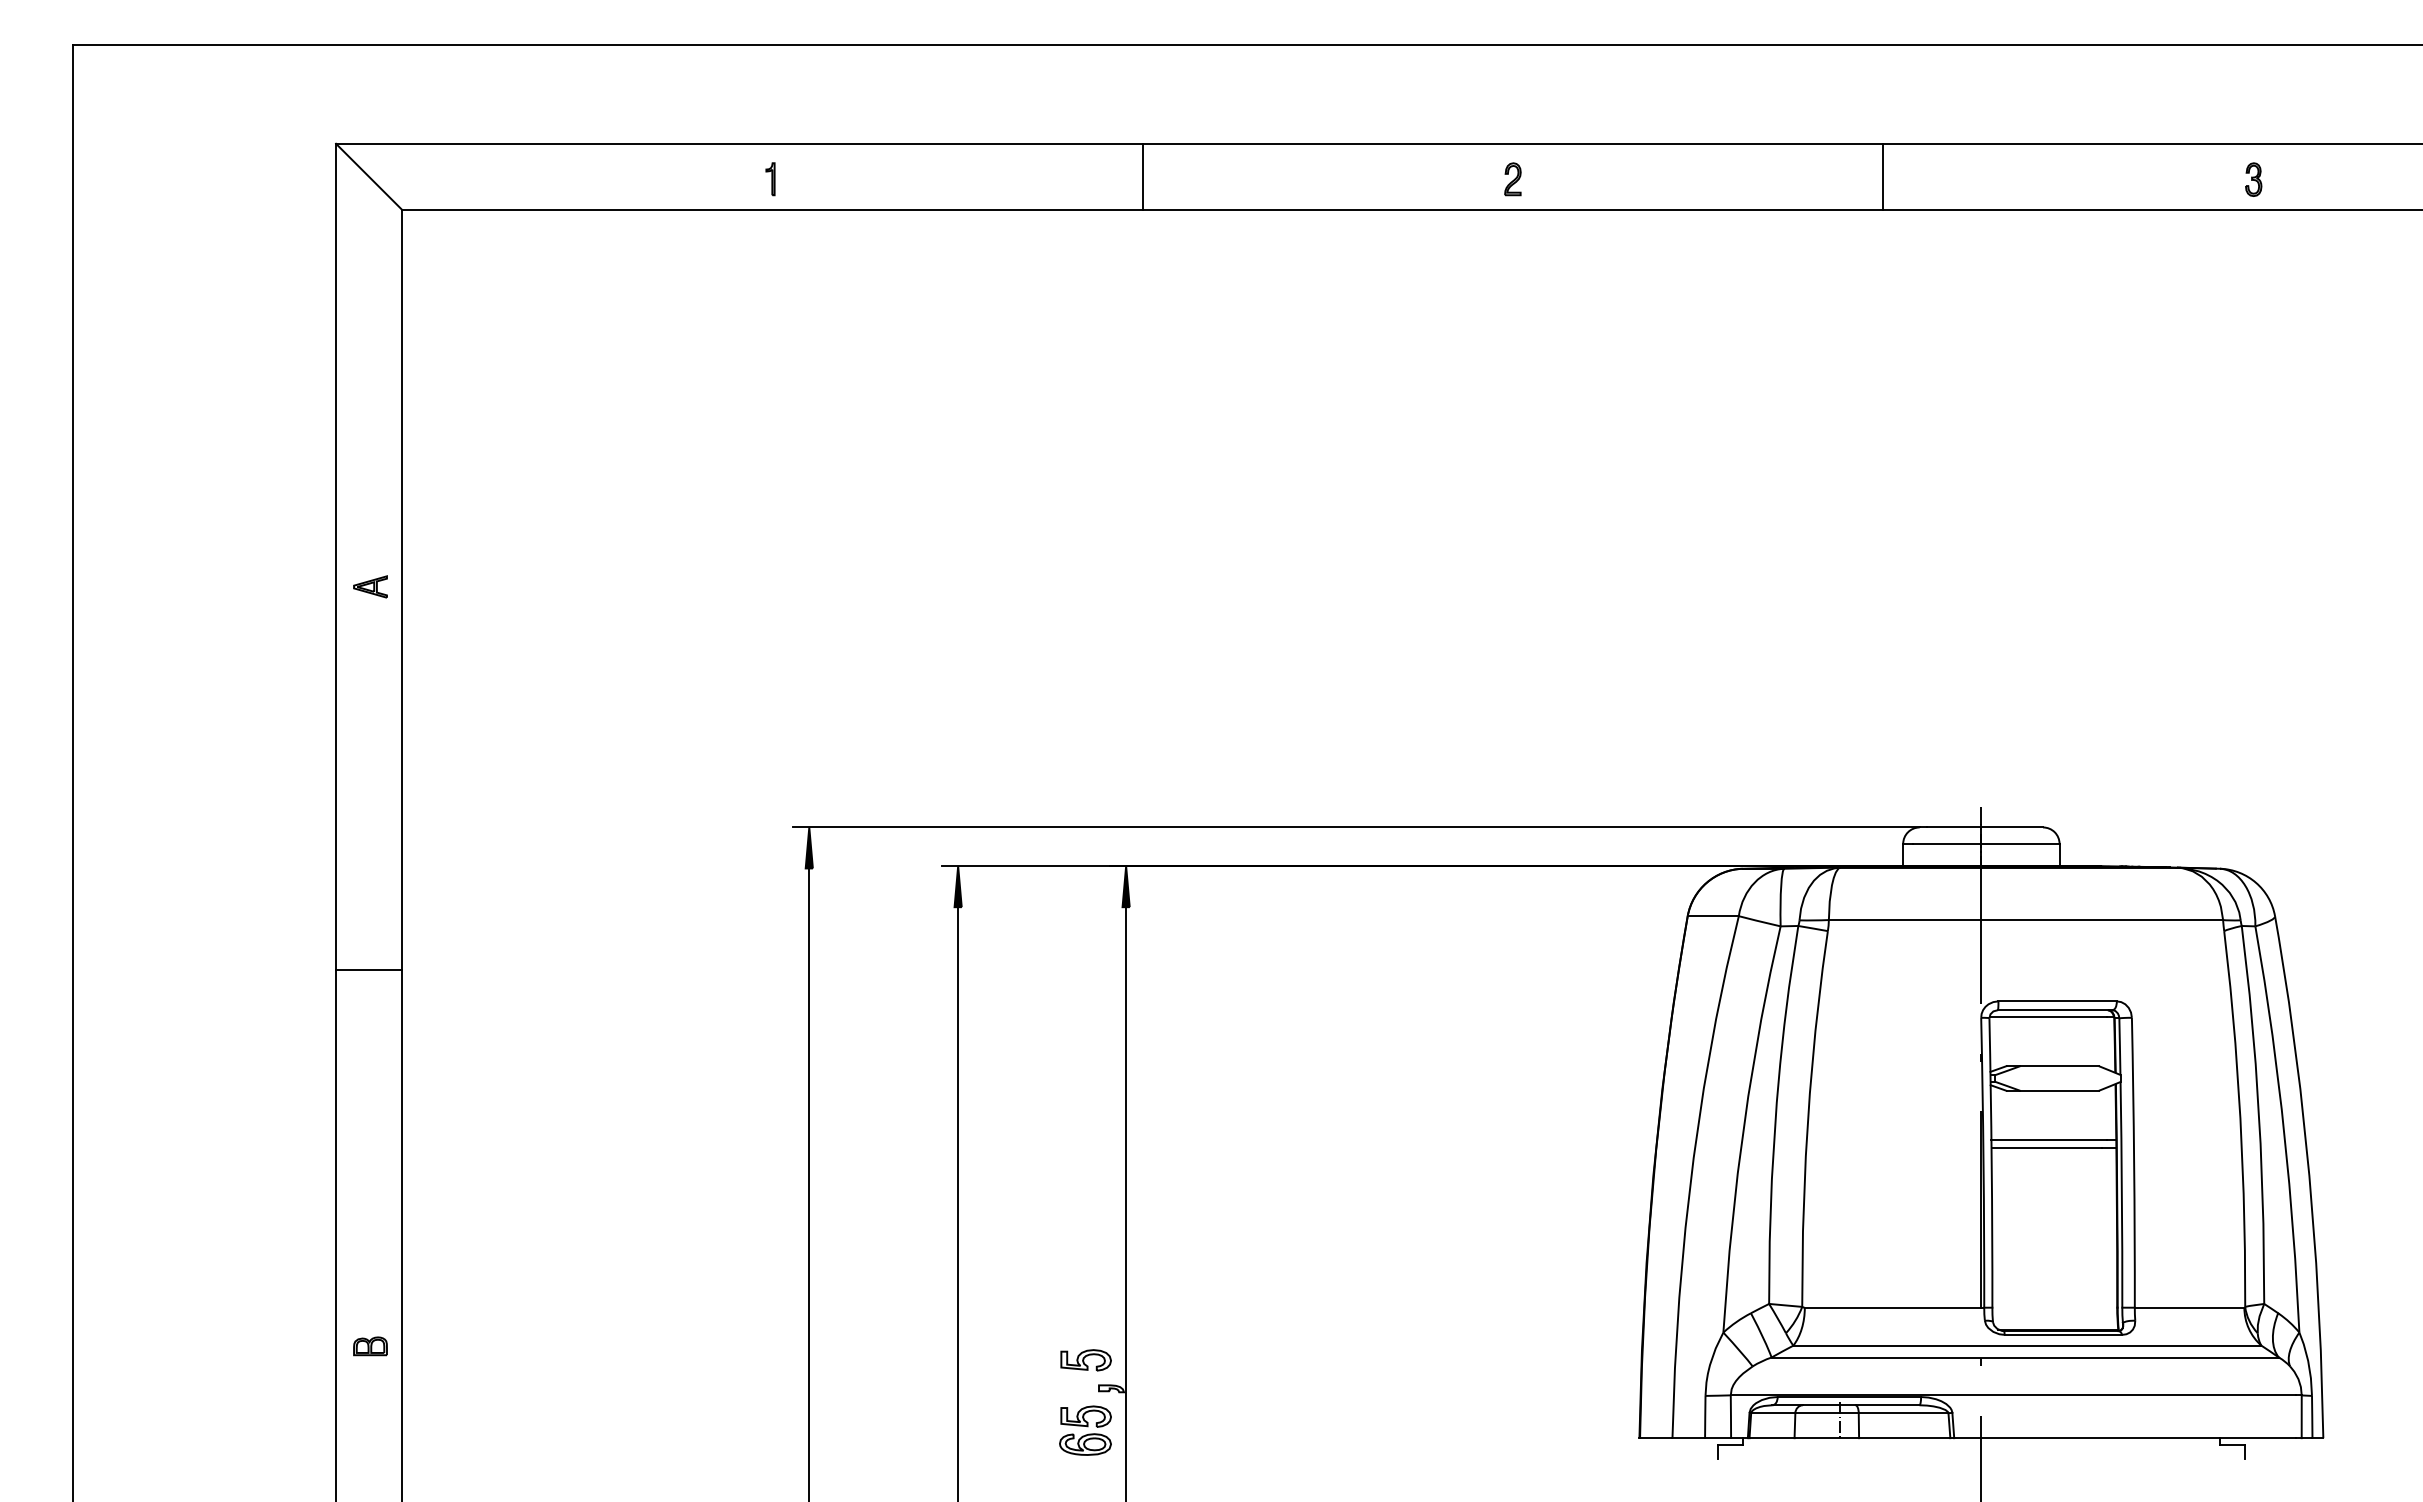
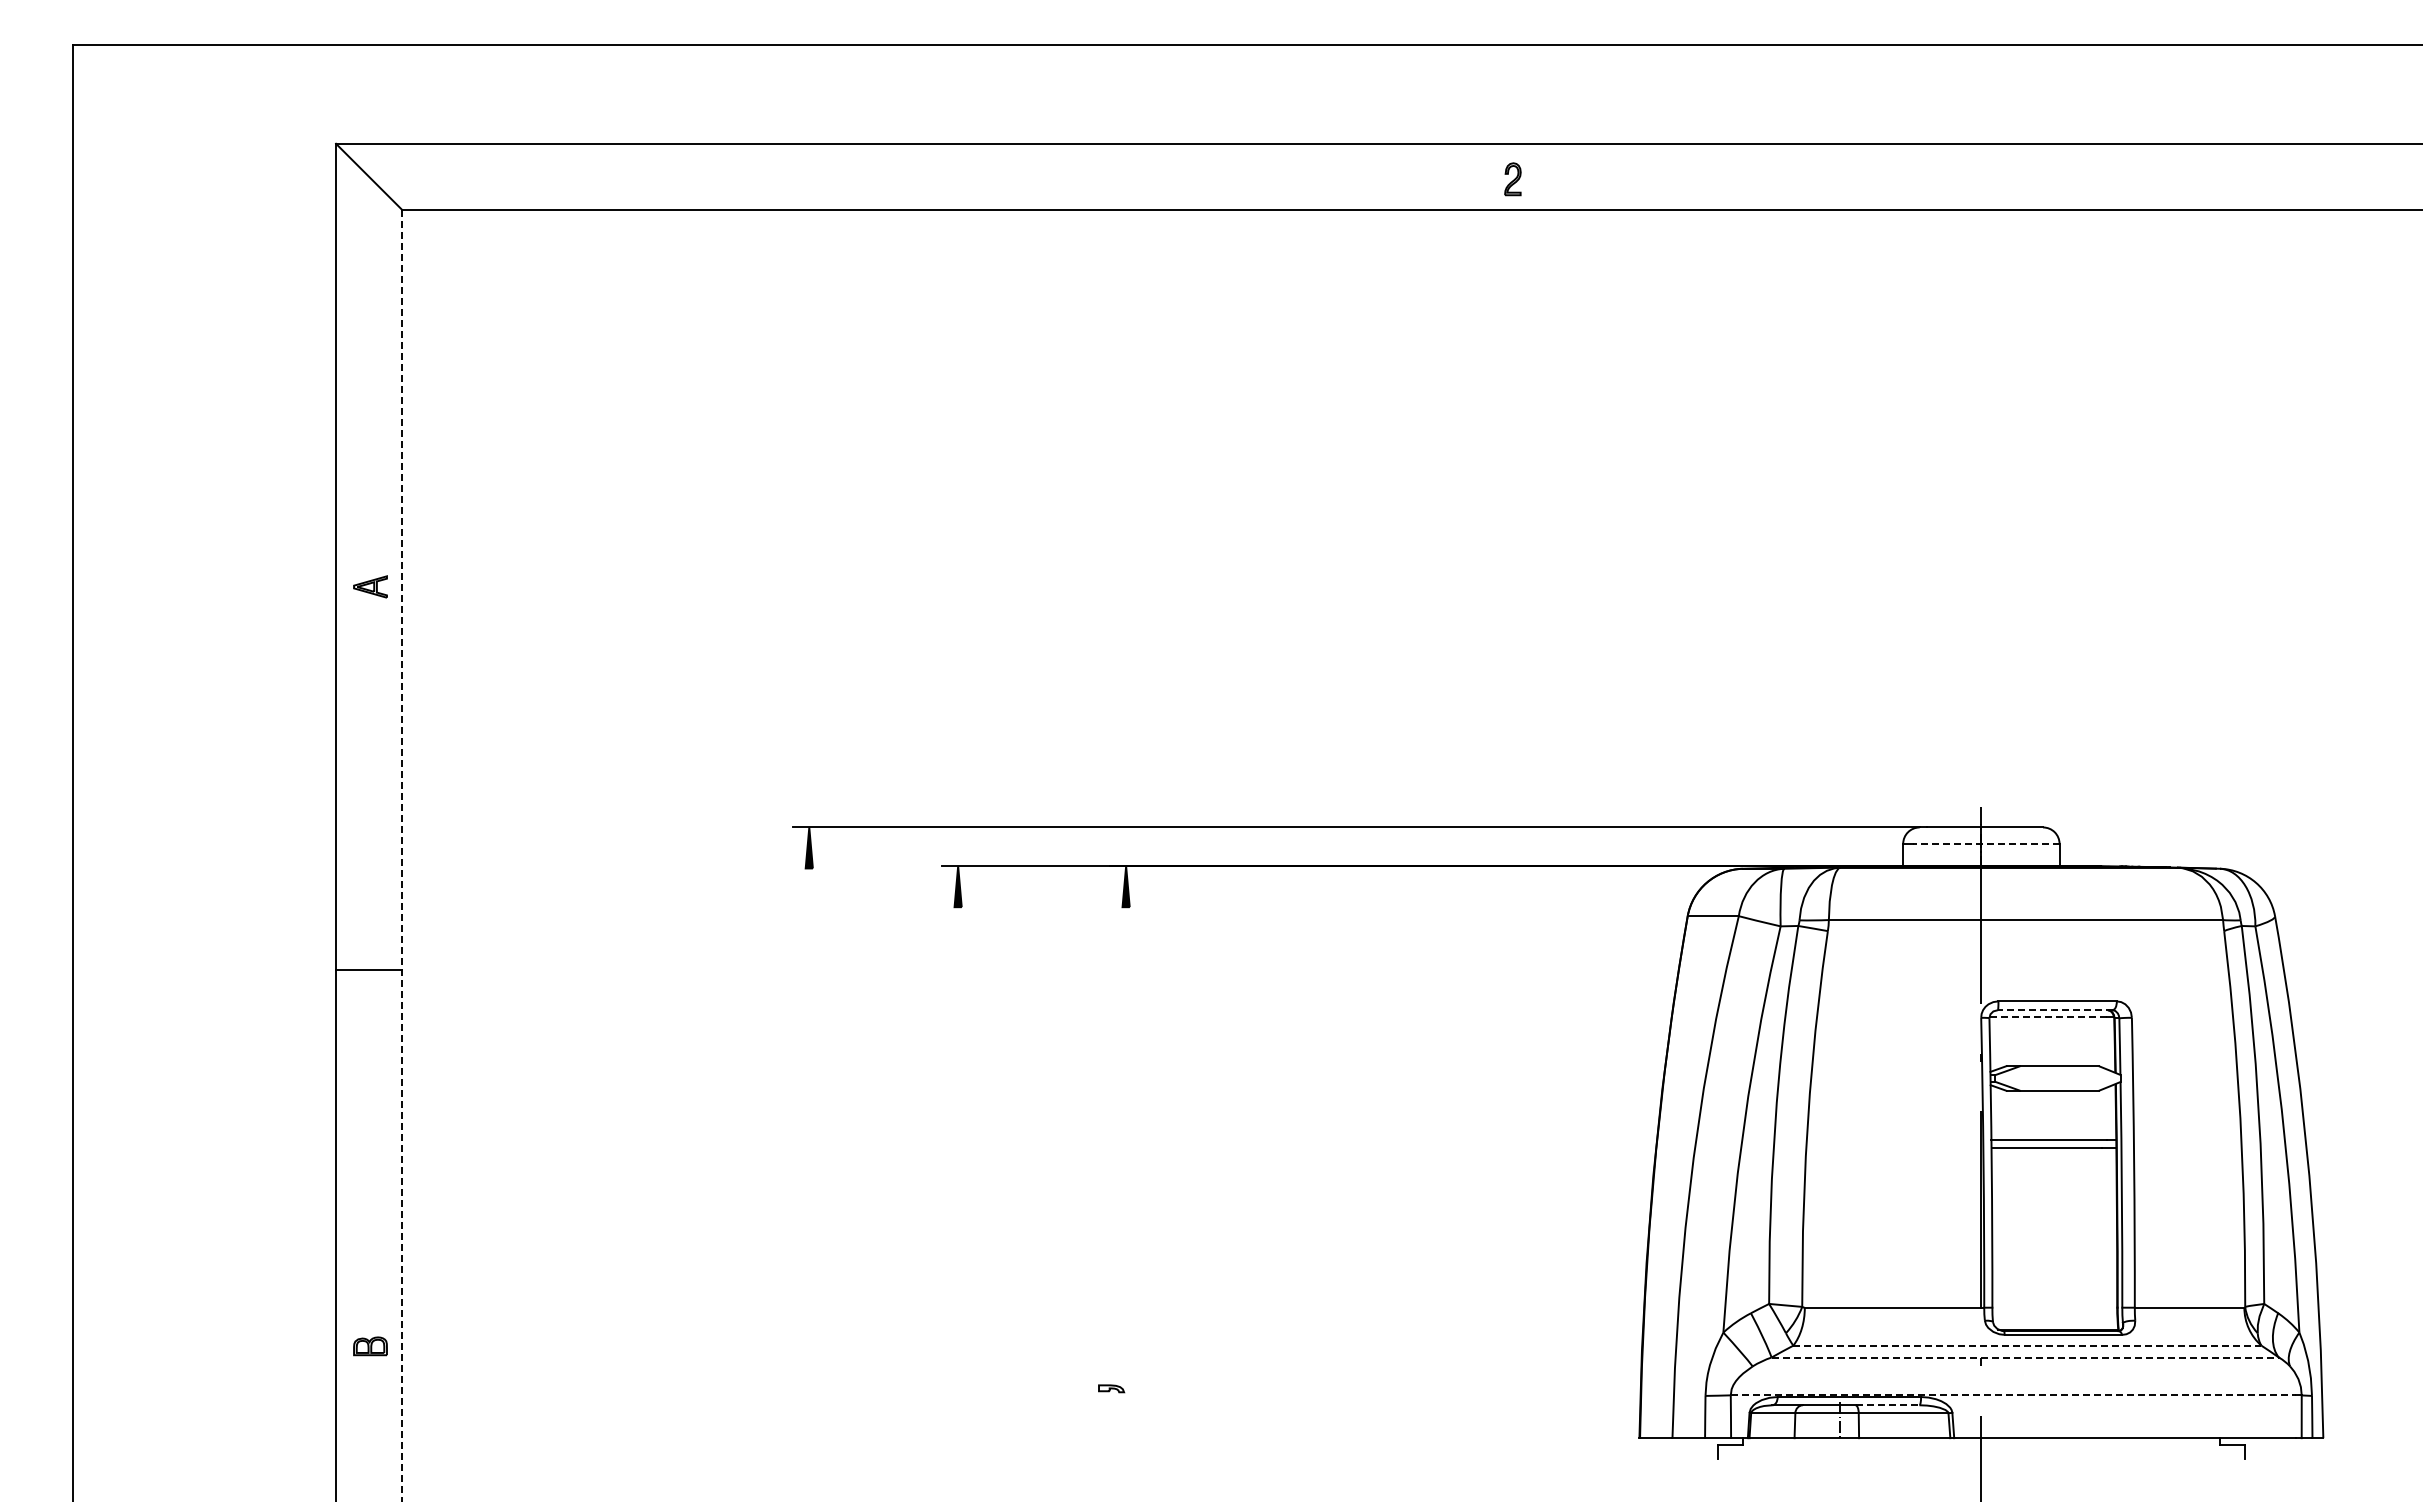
line at (1142, 176): present -> none
line at (1883, 176): present -> none
part at (770, 179): present -> none
part at (2253, 179): present -> none
line at (1985, 843): solid -> dashed
line at (401, 855): solid -> dashed
line at (2054, 1010): solid -> dashed
line at (2048, 1016): solid -> dashed
line at (809, 1183): present -> none
line at (958, 1202): present -> none
line at (1126, 1202): present -> none
line at (2027, 1345): solid -> dashed
line at (2025, 1357): solid -> dashed
part at (1085, 1360): present -> none
line at (2013, 1395): solid -> dashed
line at (1887, 1405): solid -> dashed
part at (1085, 1430): present -> none
